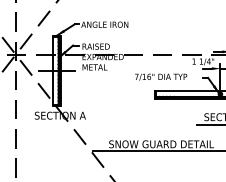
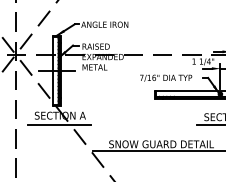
text at (161, 76) position: (161, 76) -> (166, 77)
line at (59, 124): none -> present
